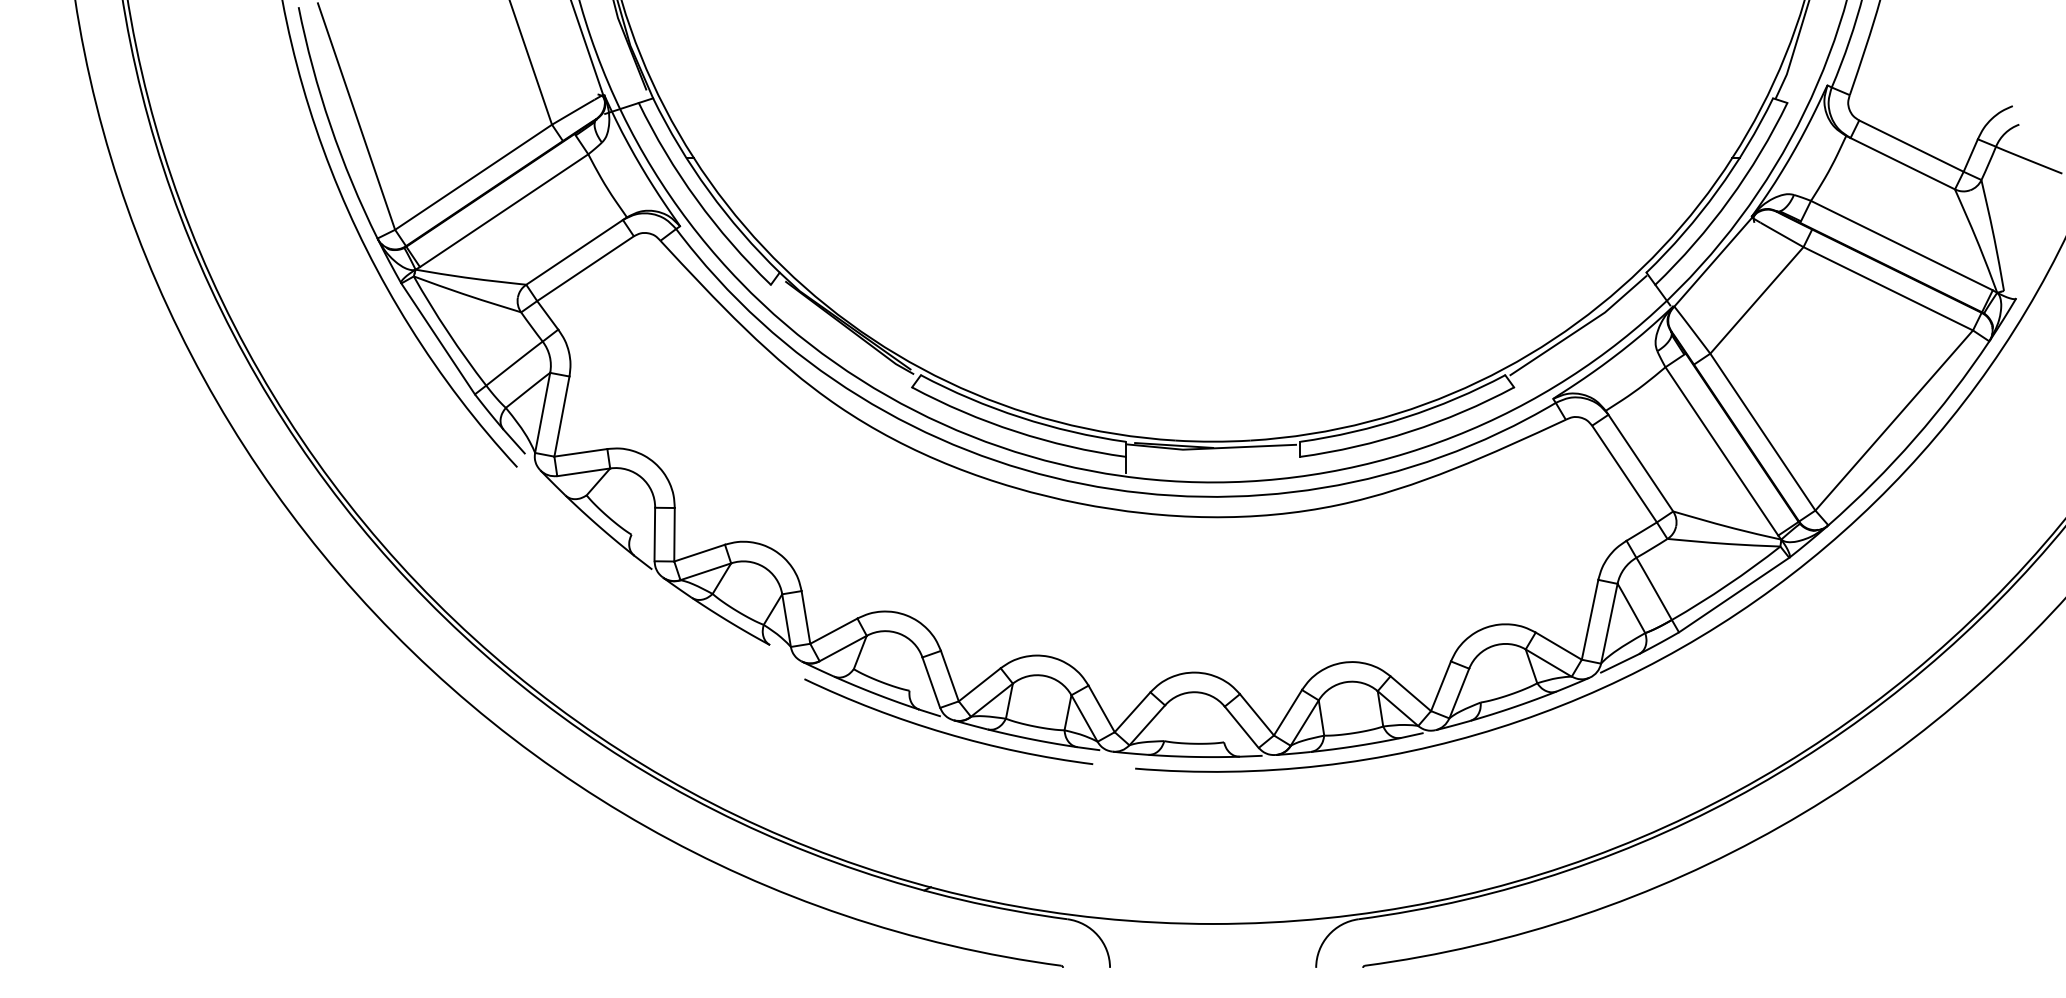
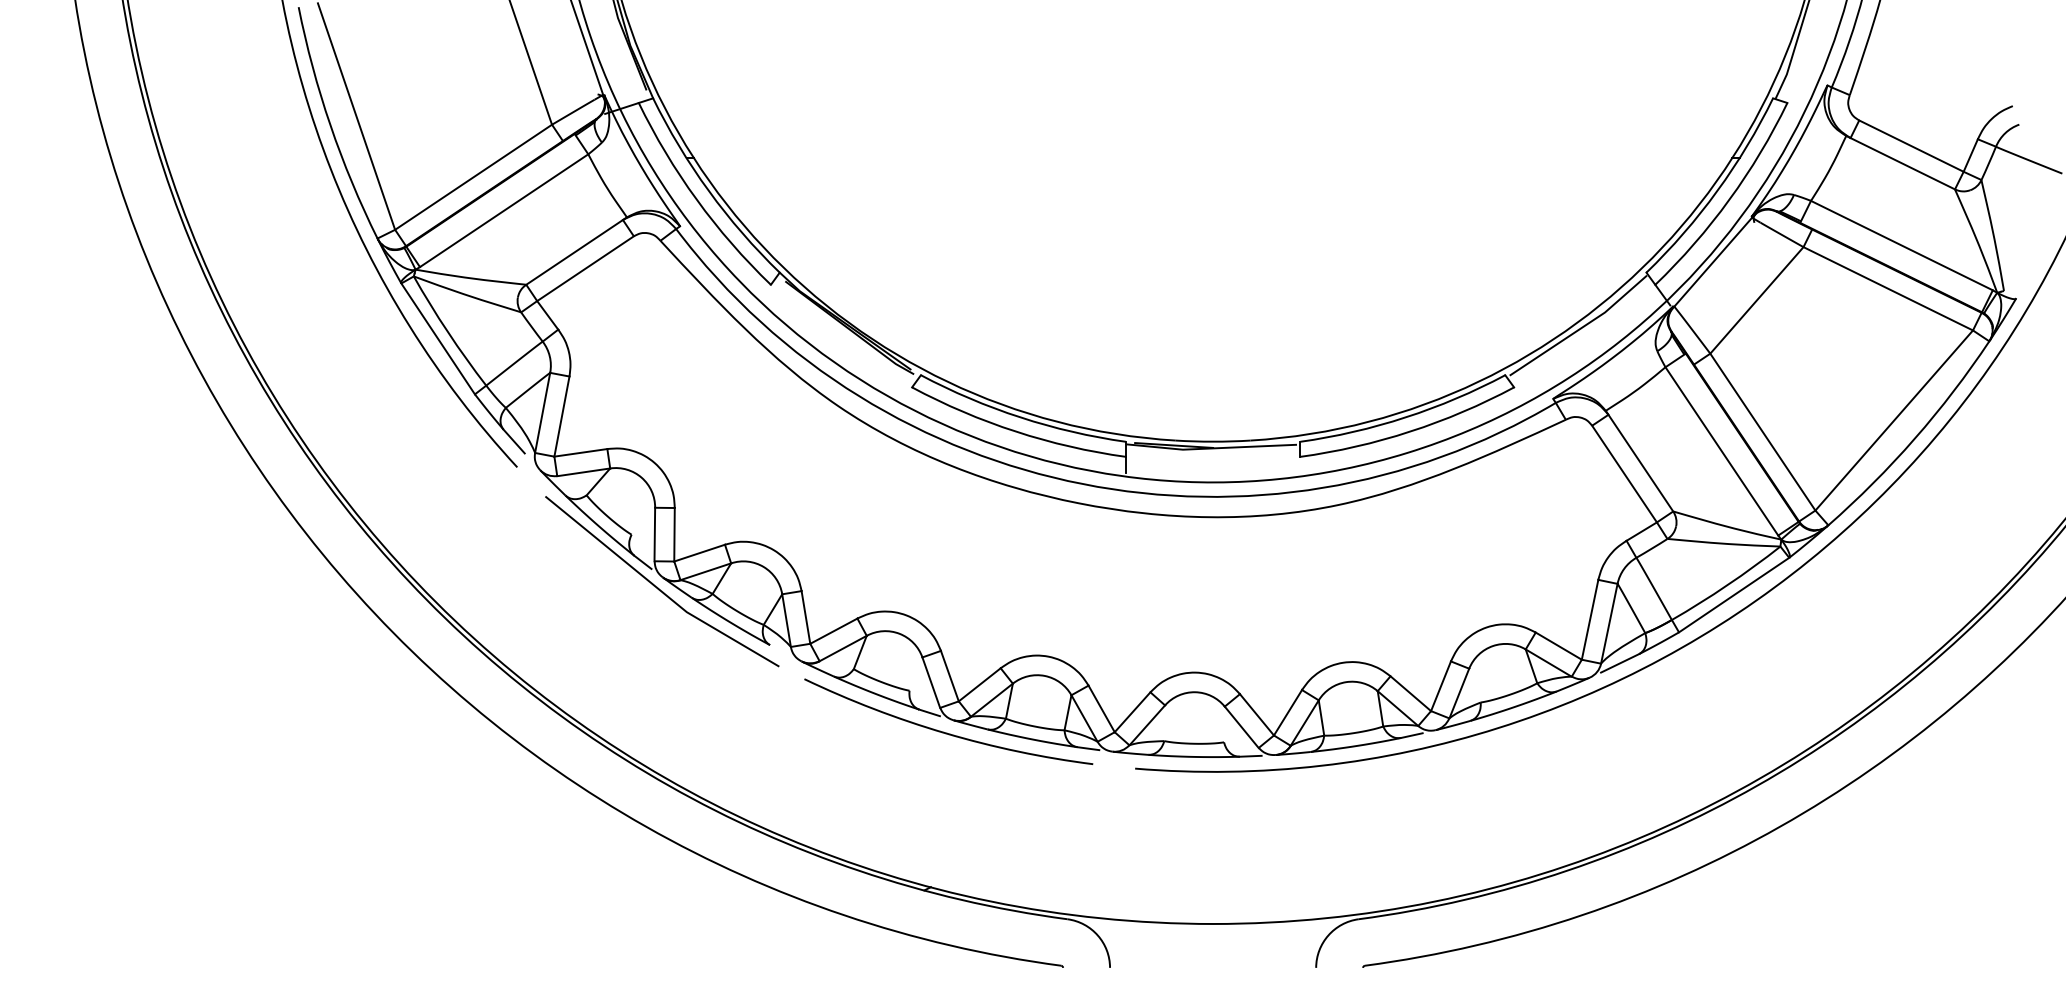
line at (657, 586): none -> present
